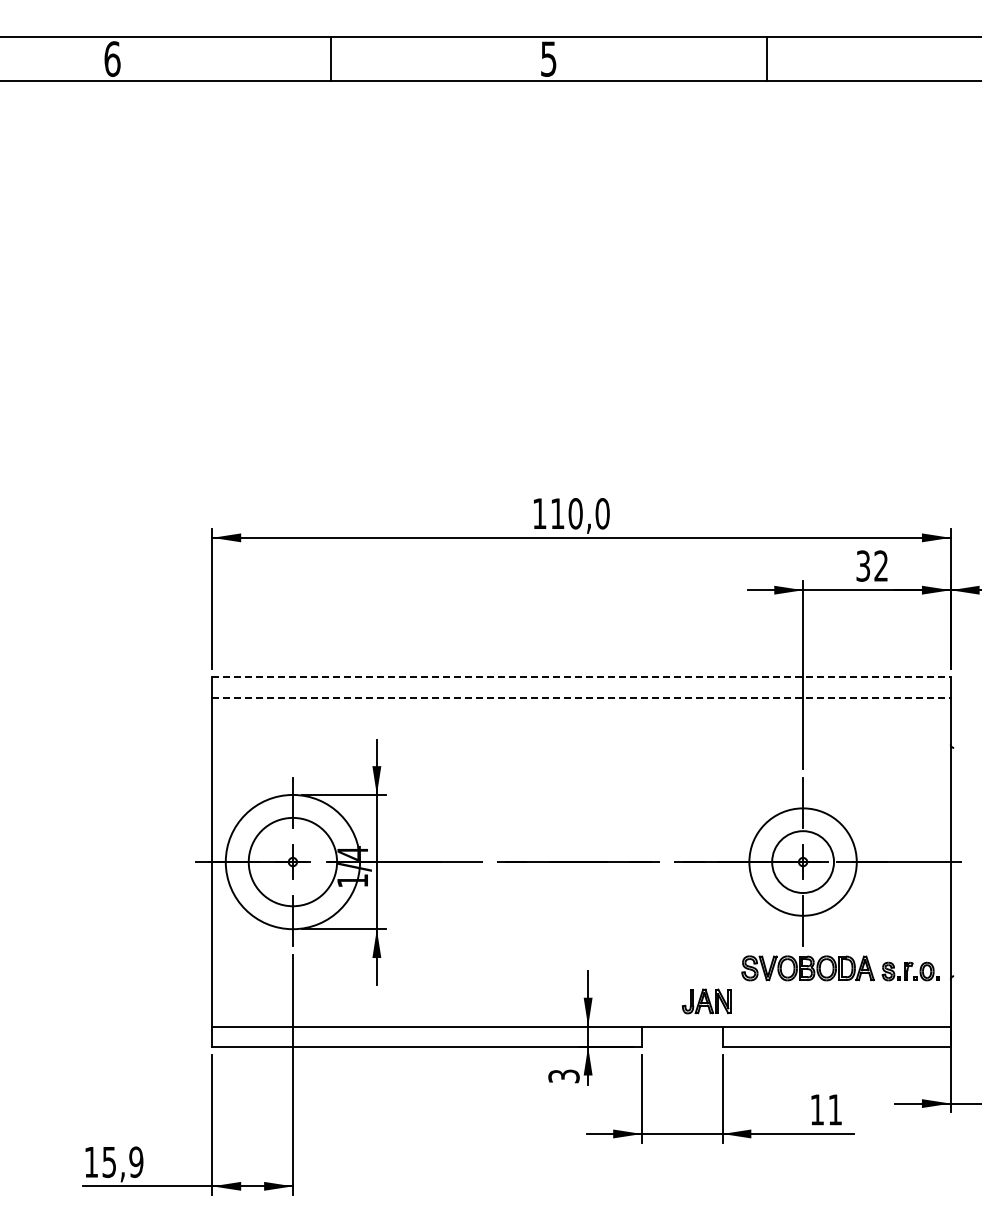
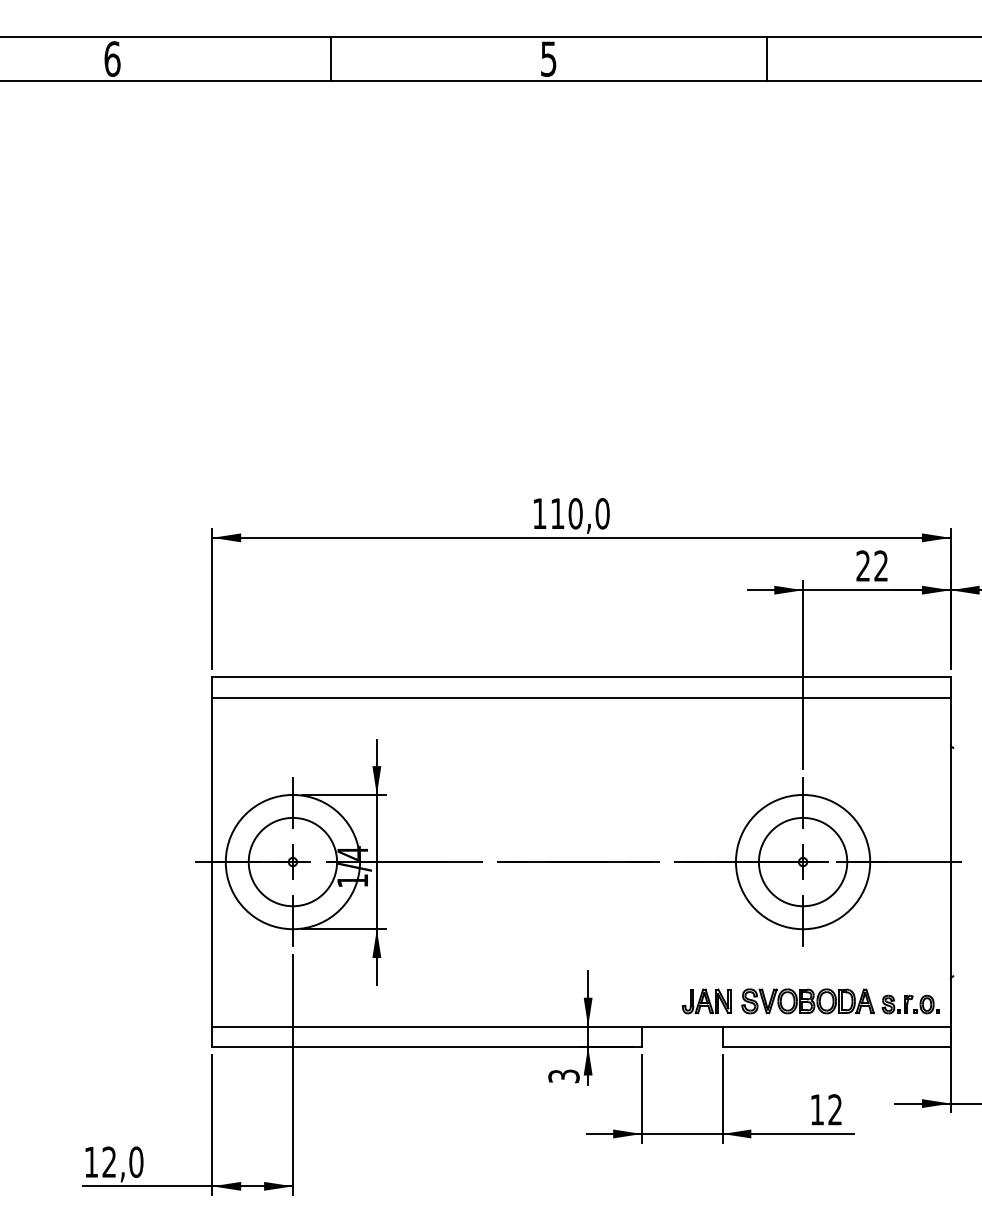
text at (863, 565): 32 -> 22
line at (582, 677): dashed -> solid
line at (582, 697): dashed -> solid
circle at (802, 861) diameter: 107 px -> 134 px
circle at (803, 862) diameter: 62 px -> 88 px
part at (840, 968) position: (840, 968) -> (840, 1001)
text at (834, 1109): 11 -> 12
text at (122, 1161): 15,9 -> 12,0
